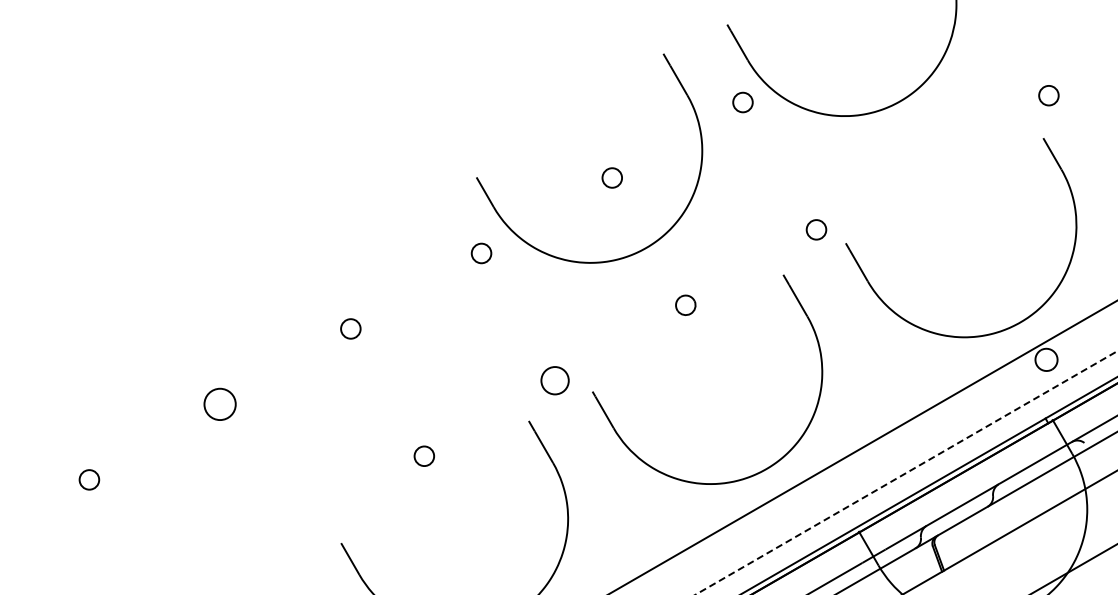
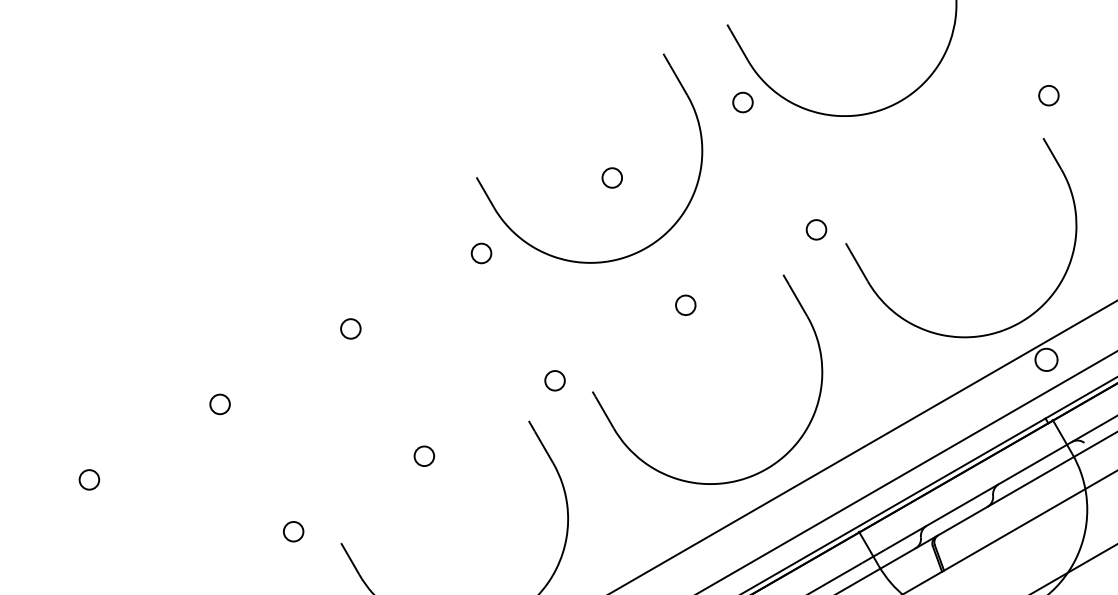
circle at (554, 380) size: 30x30 px -> 22x22 px
circle at (219, 404) diameter: 31 px -> 20 px
line at (906, 472): dashed -> solid
circle at (293, 531): none -> present
